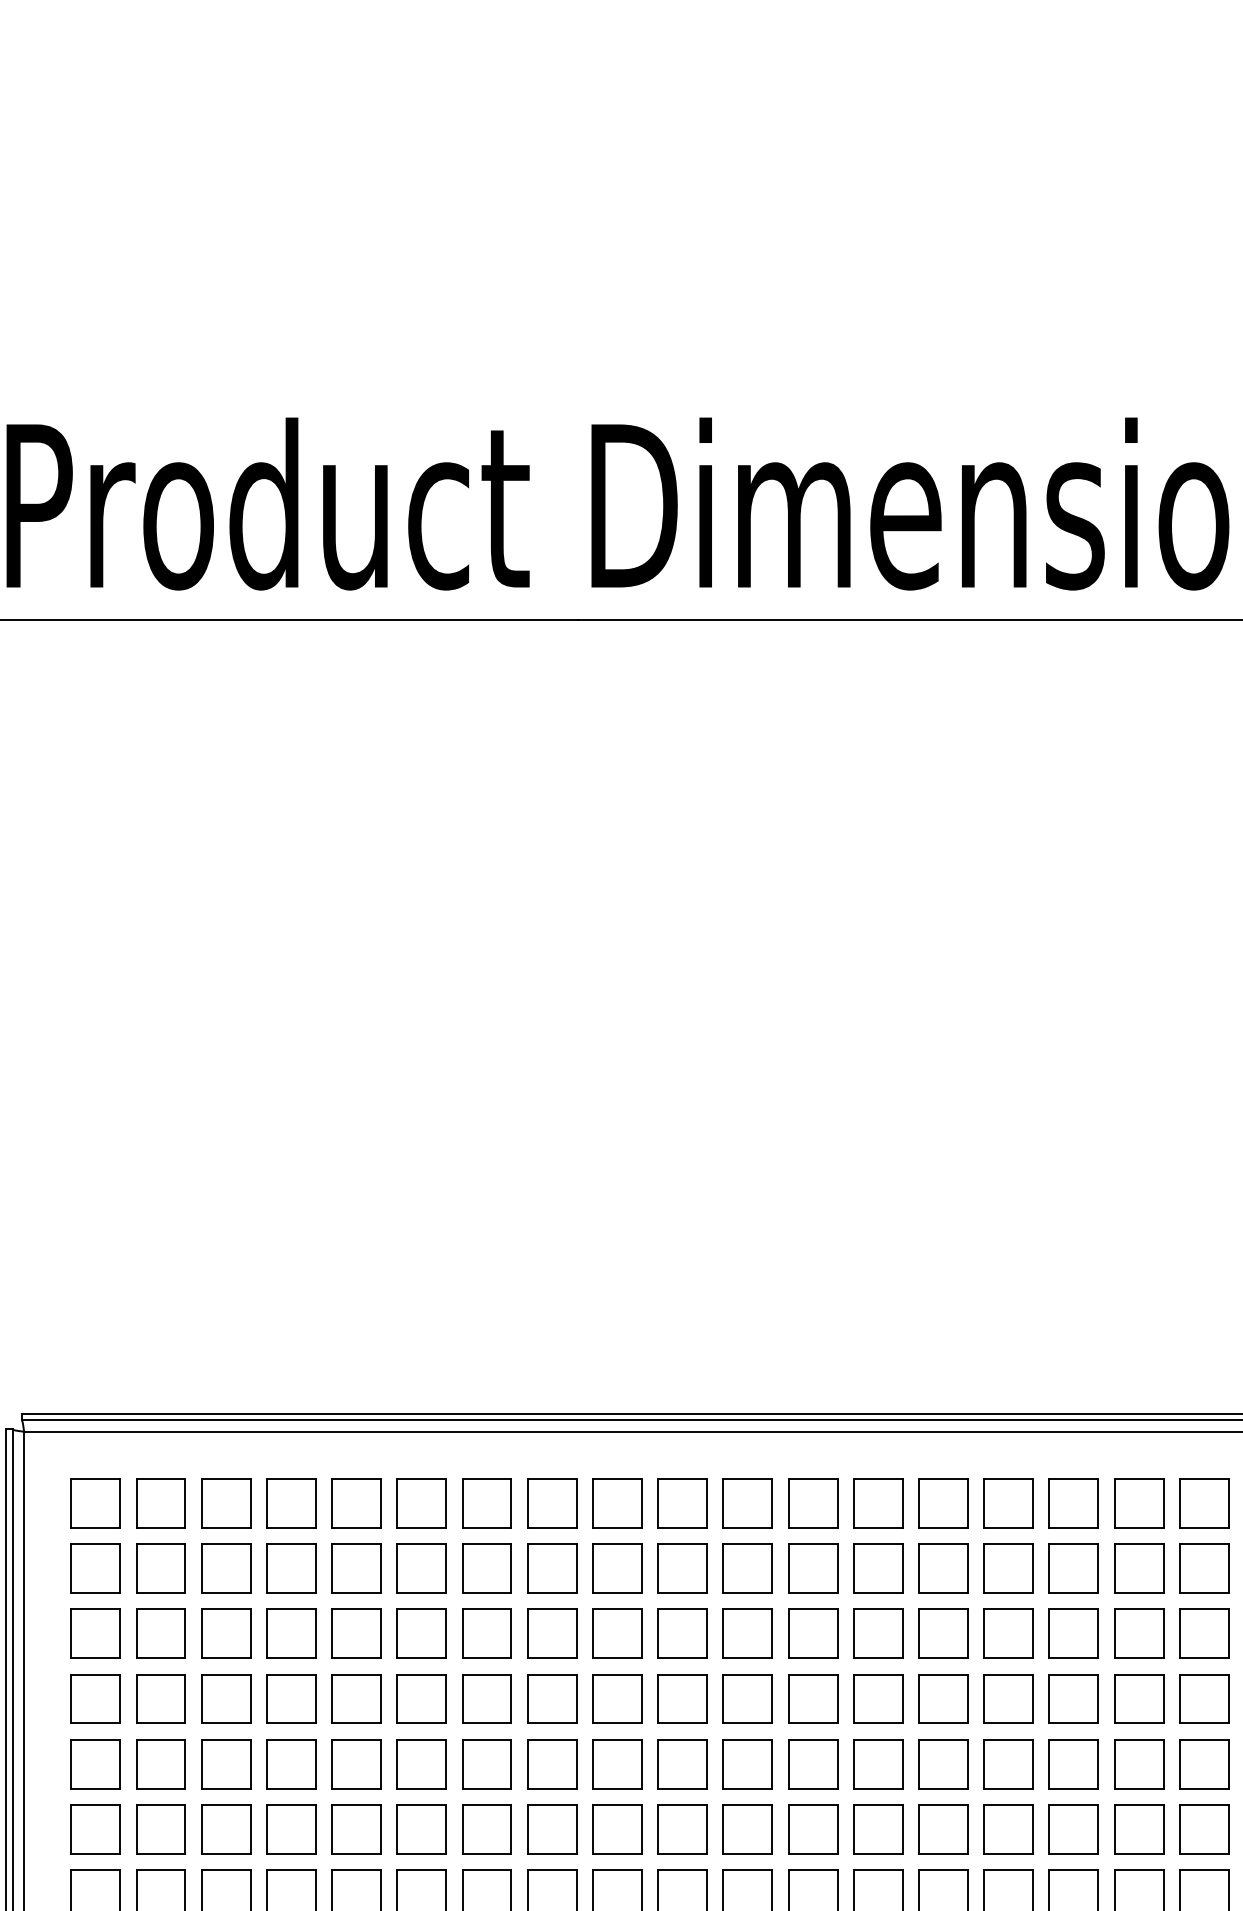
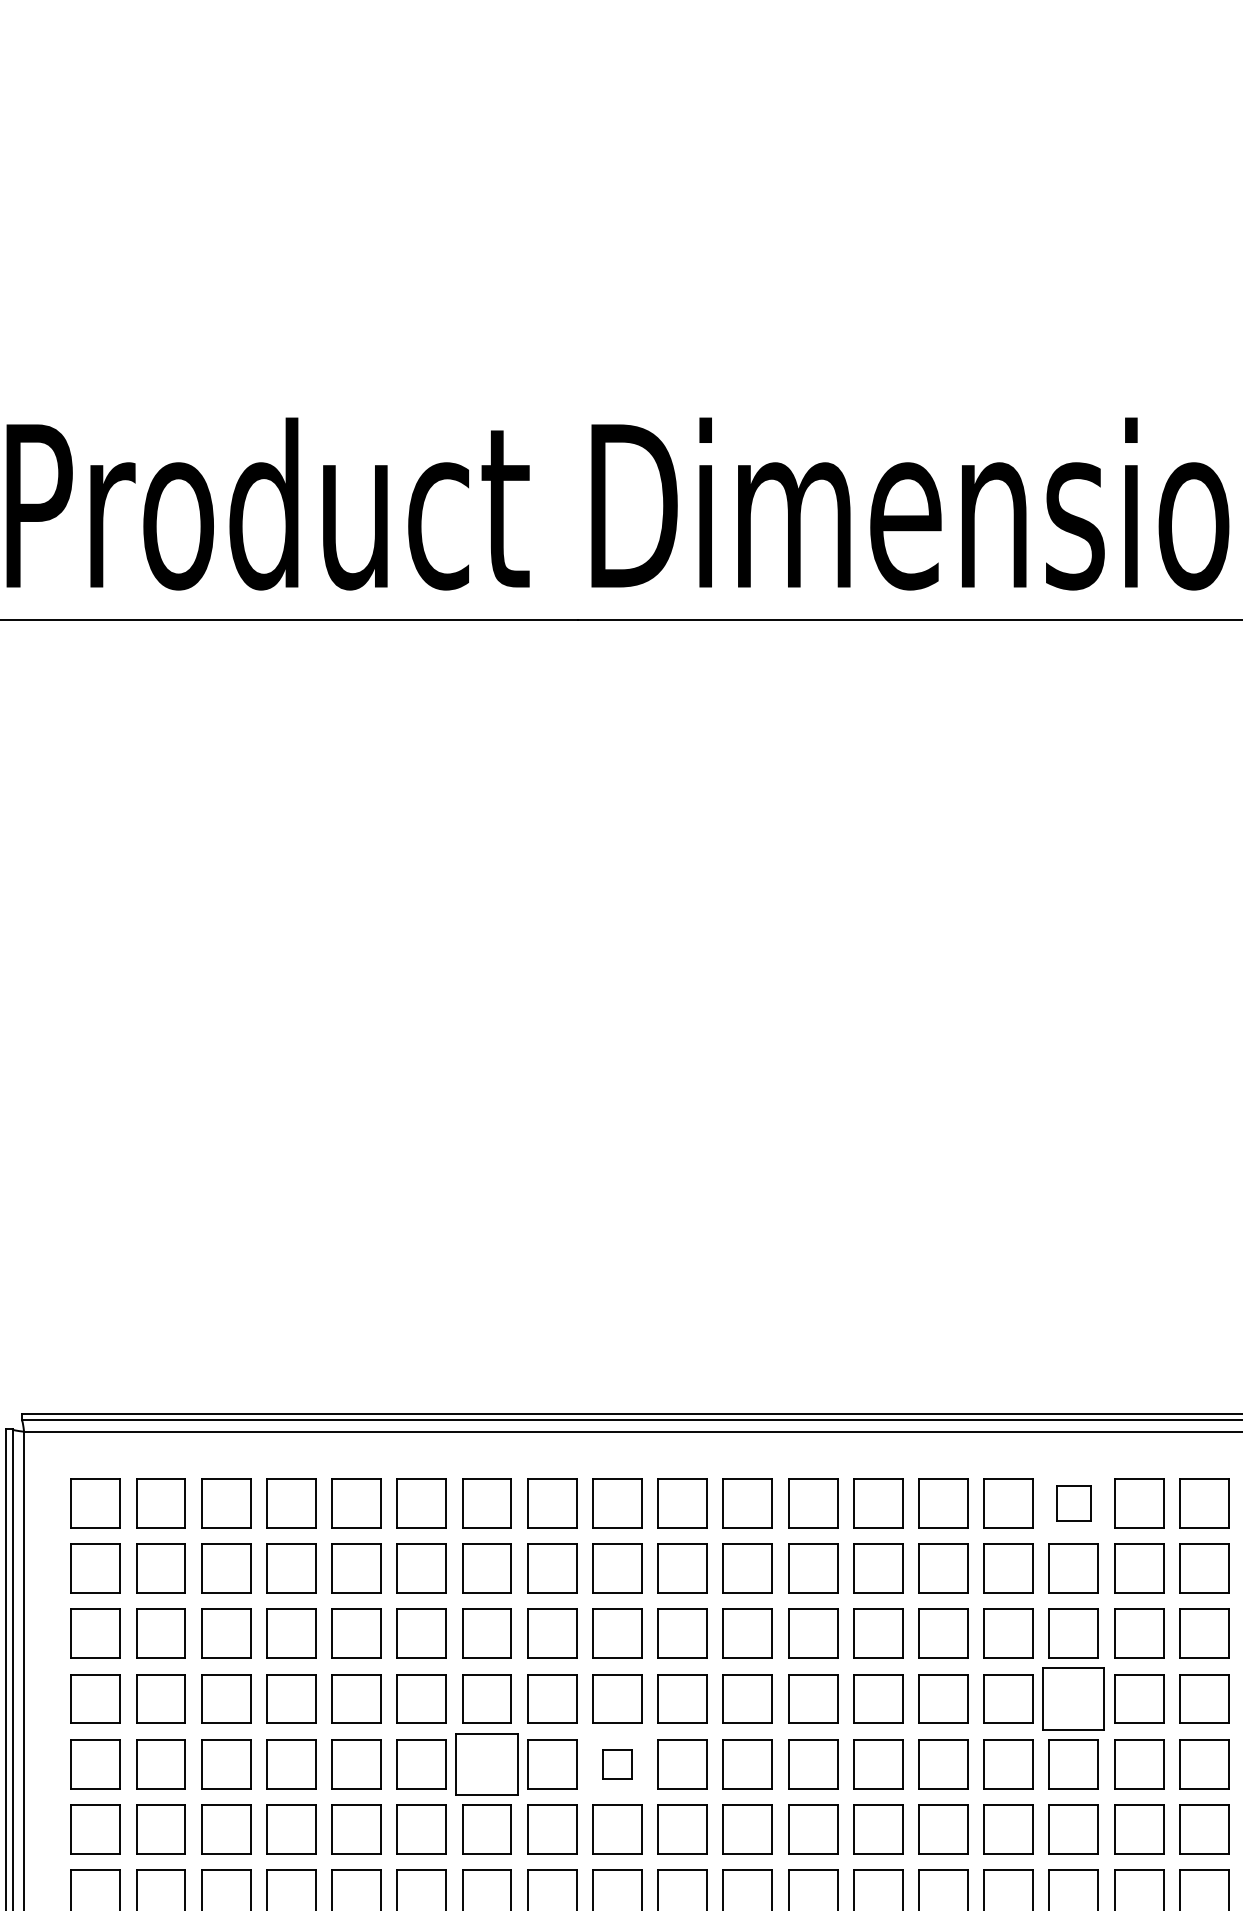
part at (1073, 1503) size: 51x51 px -> 36x37 px
part at (1073, 1698) size: 51x50 px -> 63x64 px
part at (486, 1764) size: 50x51 px -> 64x63 px
part at (617, 1764) size: 51x51 px -> 31x31 px
